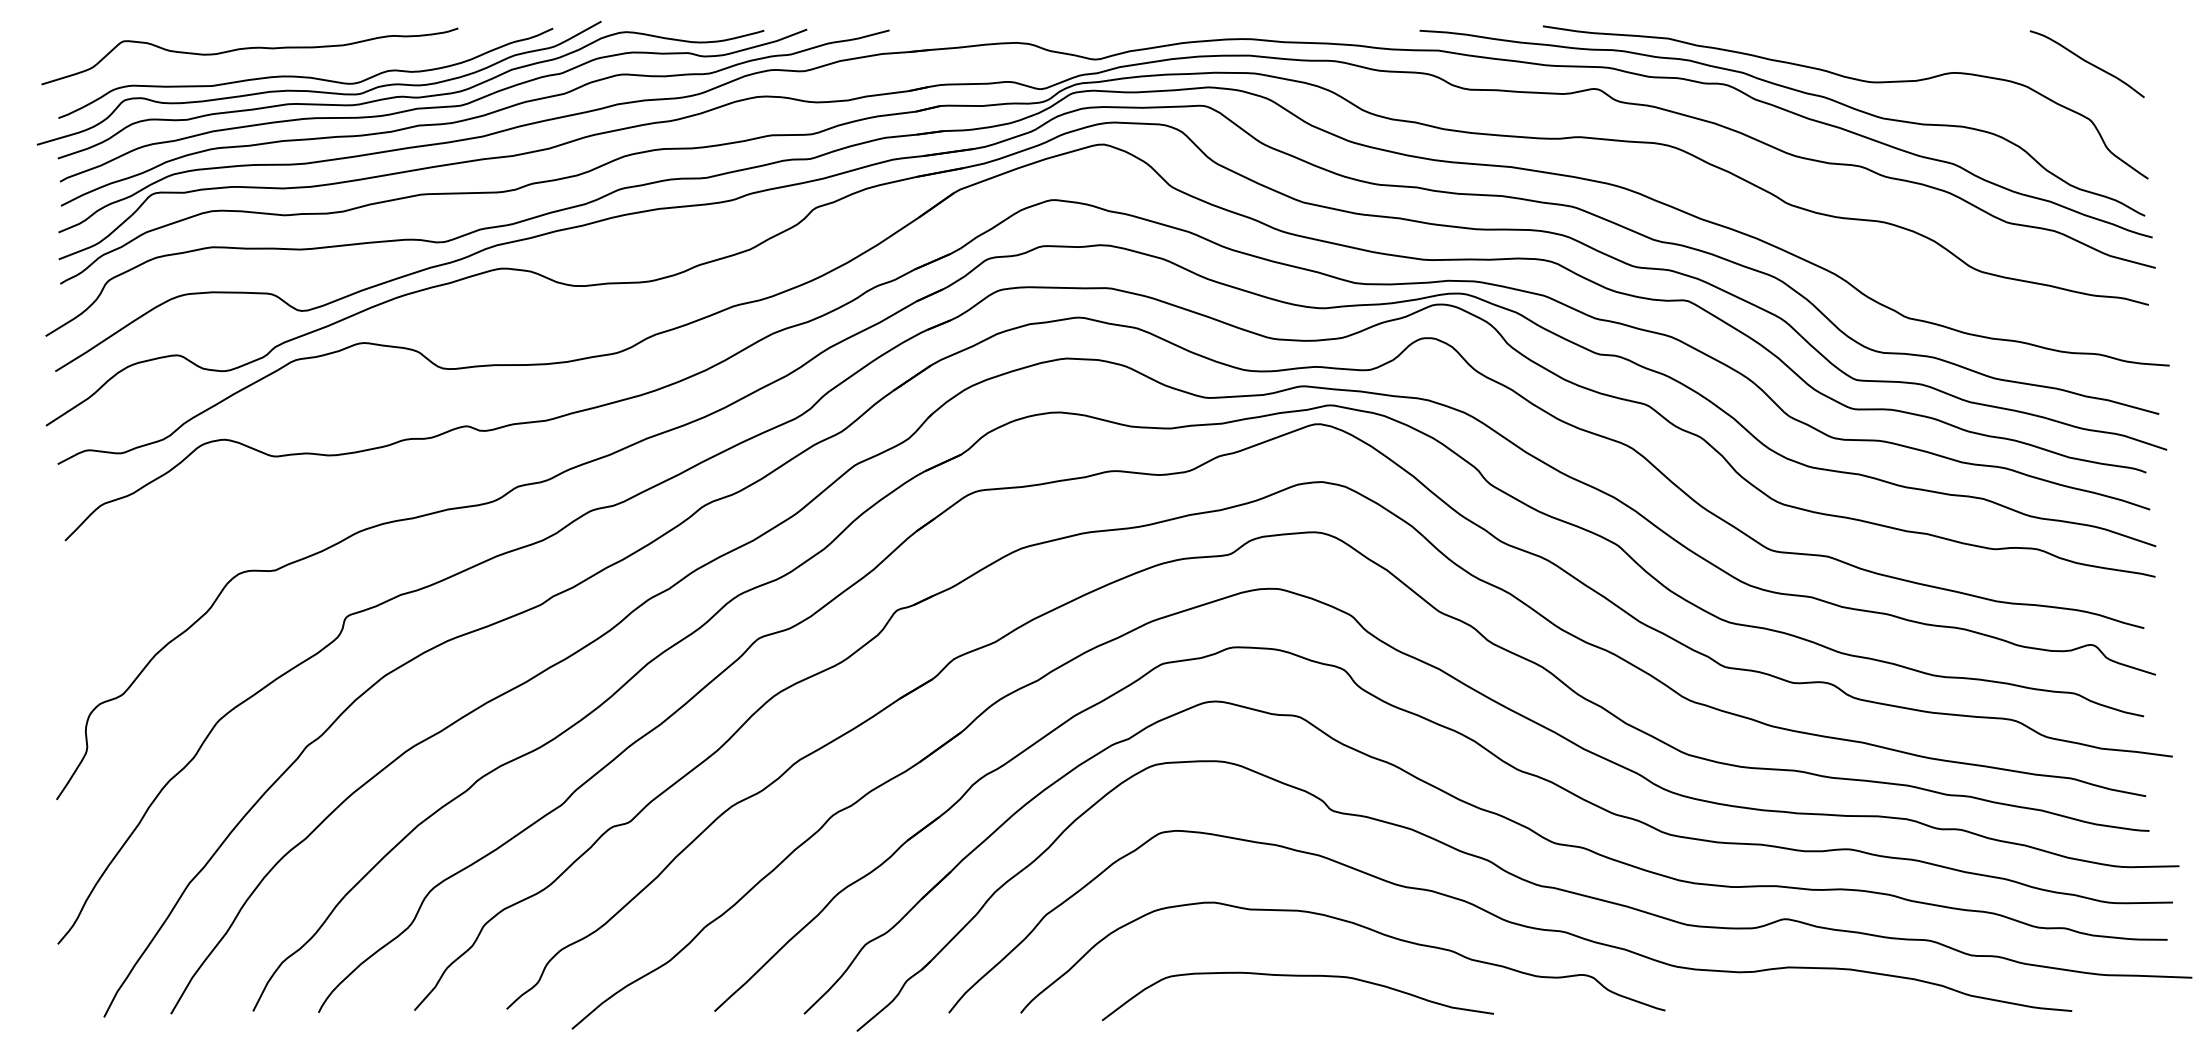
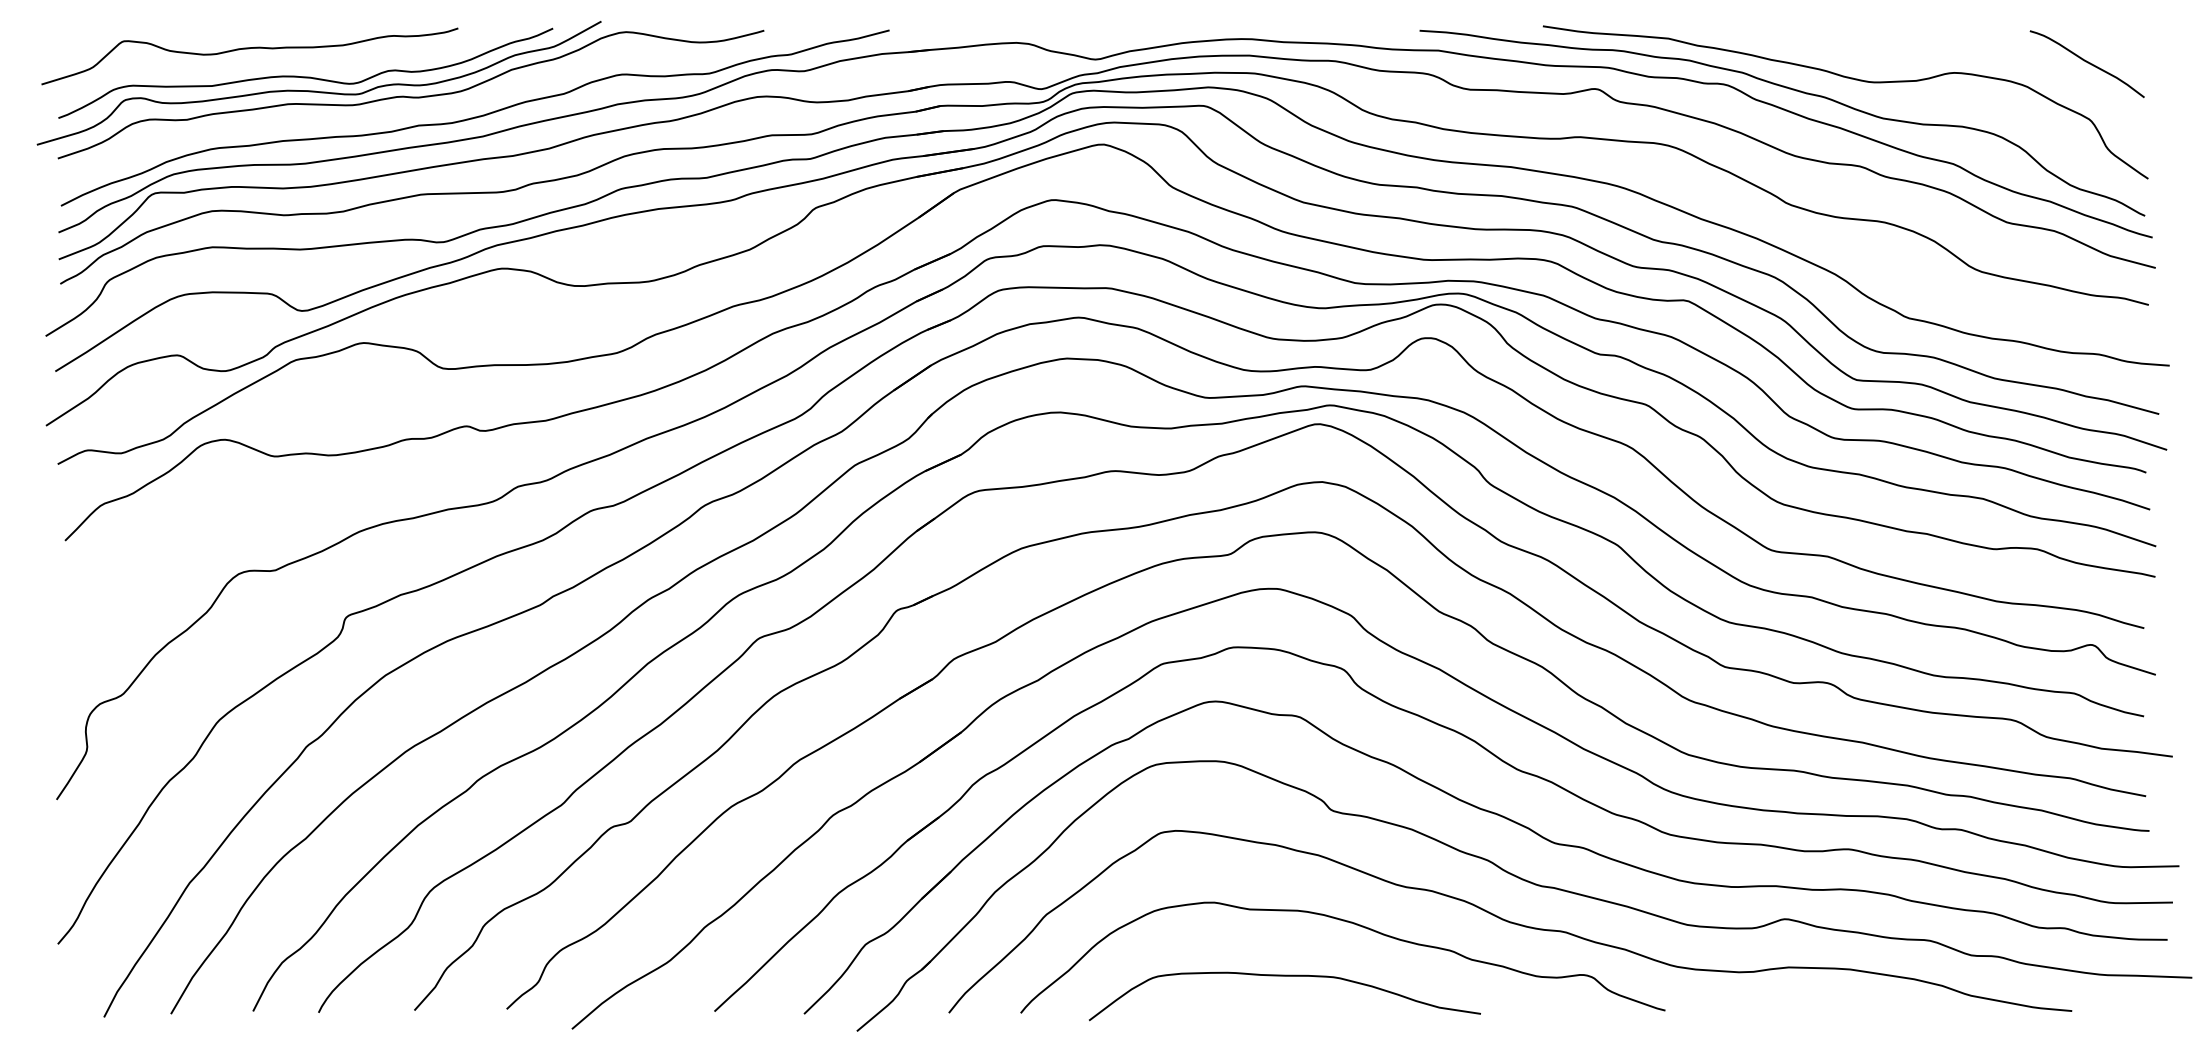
curve at (433, 106): present -> none
curve at (1297, 976) position: (1297, 976) -> (1284, 976)
